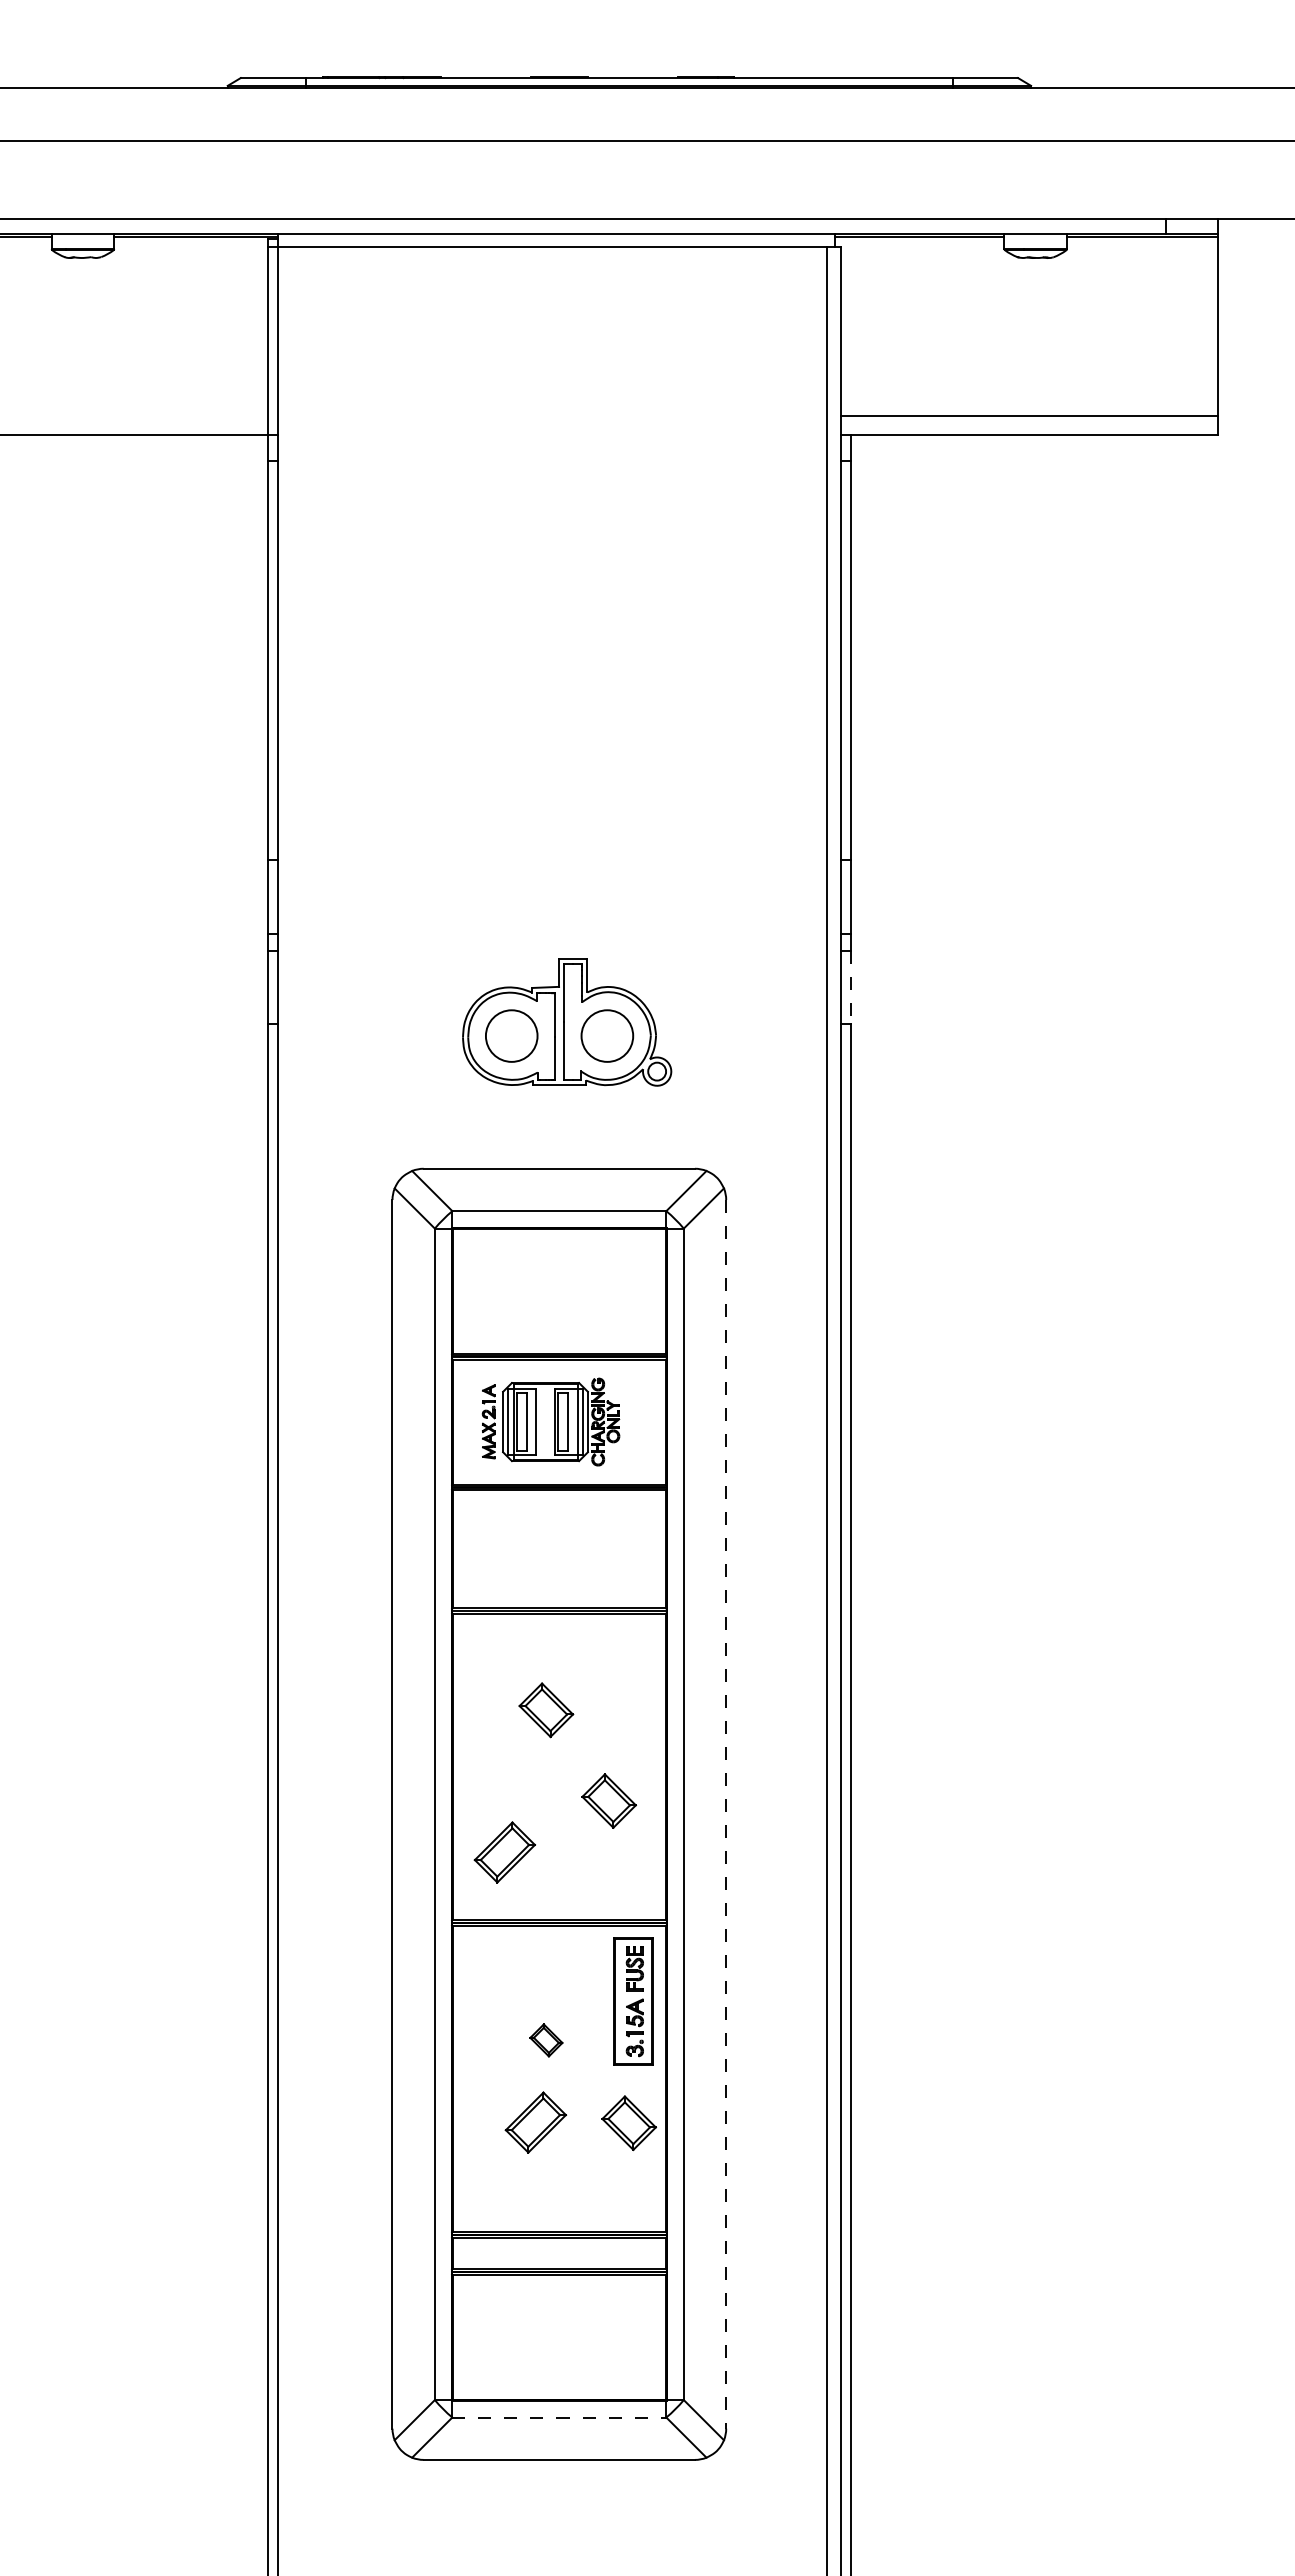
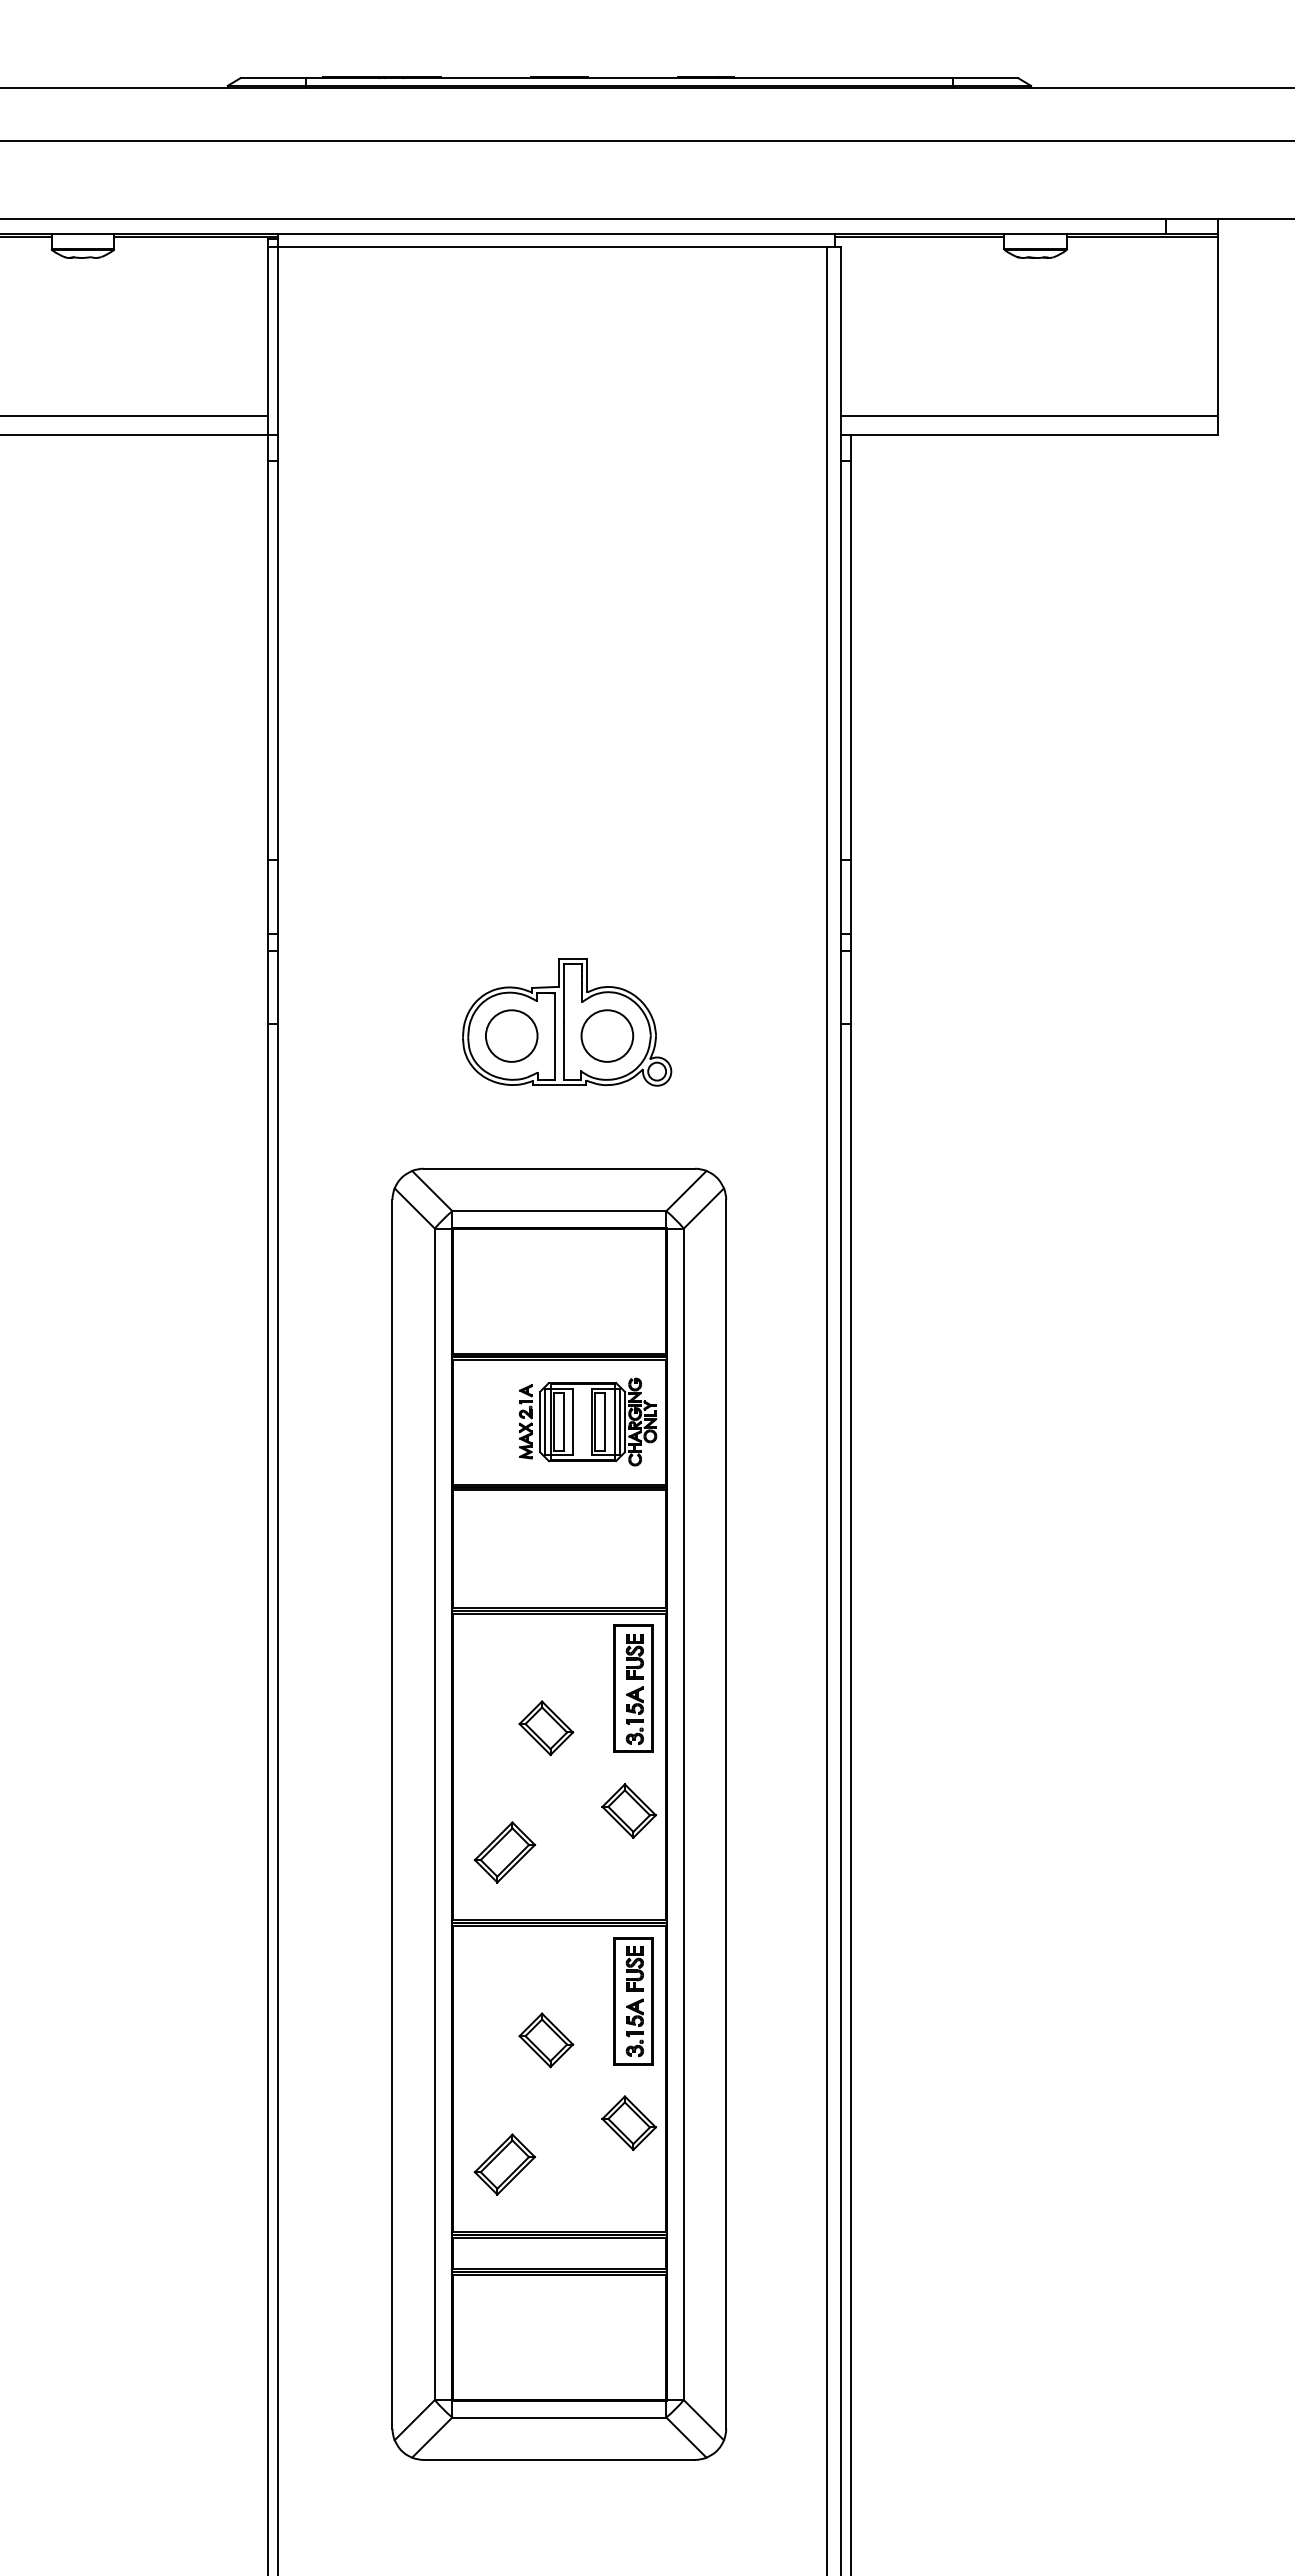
line at (134, 416): none -> present
line at (850, 987): dashed -> solid
part at (550, 1421) position: (550, 1421) -> (587, 1421)
part at (633, 1688): none -> present
part at (546, 1710) position: (546, 1710) -> (546, 1728)
part at (608, 1800) position: (608, 1800) -> (628, 1810)
line at (726, 1814): dashed -> solid
part at (546, 2040) size: 35x35 px -> 57x57 px
part at (535, 2122) position: (535, 2122) -> (504, 2164)
line at (559, 2417): dashed -> solid
